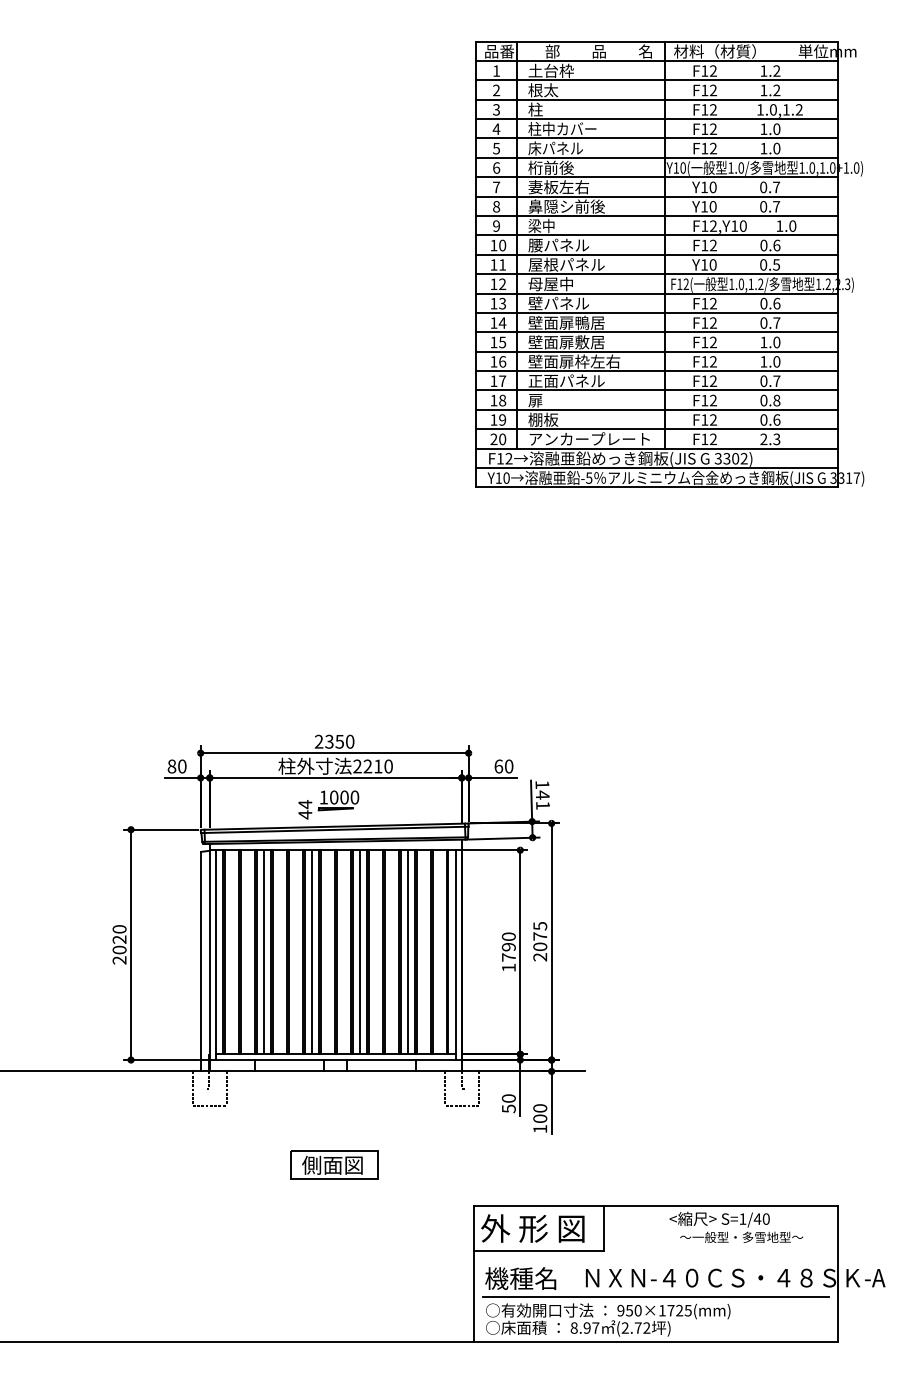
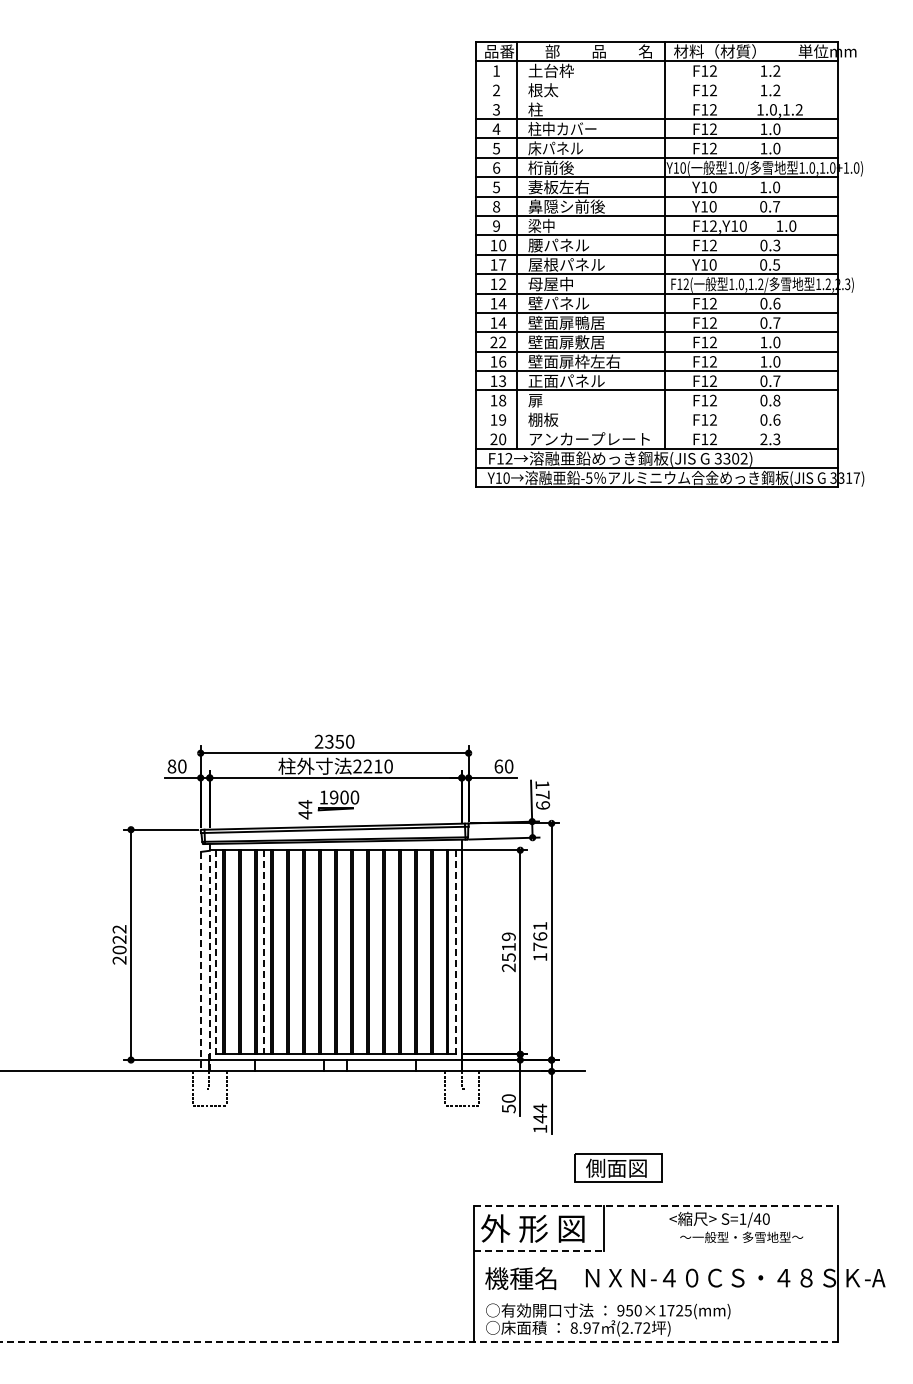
line at (656, 80): present -> none
line at (656, 99): present -> none
text at (496, 187): 7 -> 5
text at (770, 187): 0.7 -> 1.0
text at (776, 245): 0.6 -> 0.3
text at (502, 264): 11 -> 17
text at (502, 303): 13 -> 14
text at (498, 342): 15 -> 22
text at (502, 381): 17 -> 13
line at (656, 409): present -> none
line at (656, 429): present -> none
text at (334, 797): 1000 -> 1900
text at (543, 799): 141 -> 179
text at (119, 929): 2020 -> 2022
text at (540, 941): 2075 -> 1761
line at (264, 952): solid -> dashed
line at (311, 952): present -> none
line at (359, 952): present -> none
line at (407, 952): present -> none
text at (508, 952): 1790 -> 2519
line at (216, 955): solid -> dashed
line at (455, 955): solid -> dashed
line at (209, 957): solid -> dashed
line at (201, 961): solid -> dashed
text at (540, 1113): 100 -> 144
part at (334, 1164) position: (334, 1164) -> (618, 1167)
line at (656, 1205): solid -> dashed
line at (539, 1251): solid -> dashed
line at (655, 1296): present -> none
line at (419, 1342): solid -> dashed
